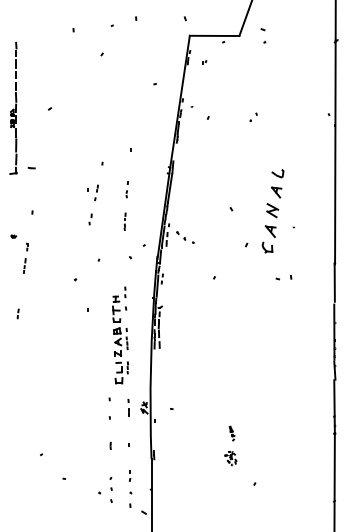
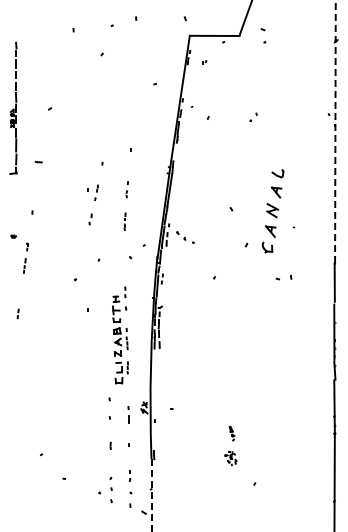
line at (335, 132): solid -> dashed
part at (31, 167) position: (31, 167) -> (38, 161)
part at (128, 407) position: (128, 407) -> (128, 414)
line at (151, 495): solid -> dashed
